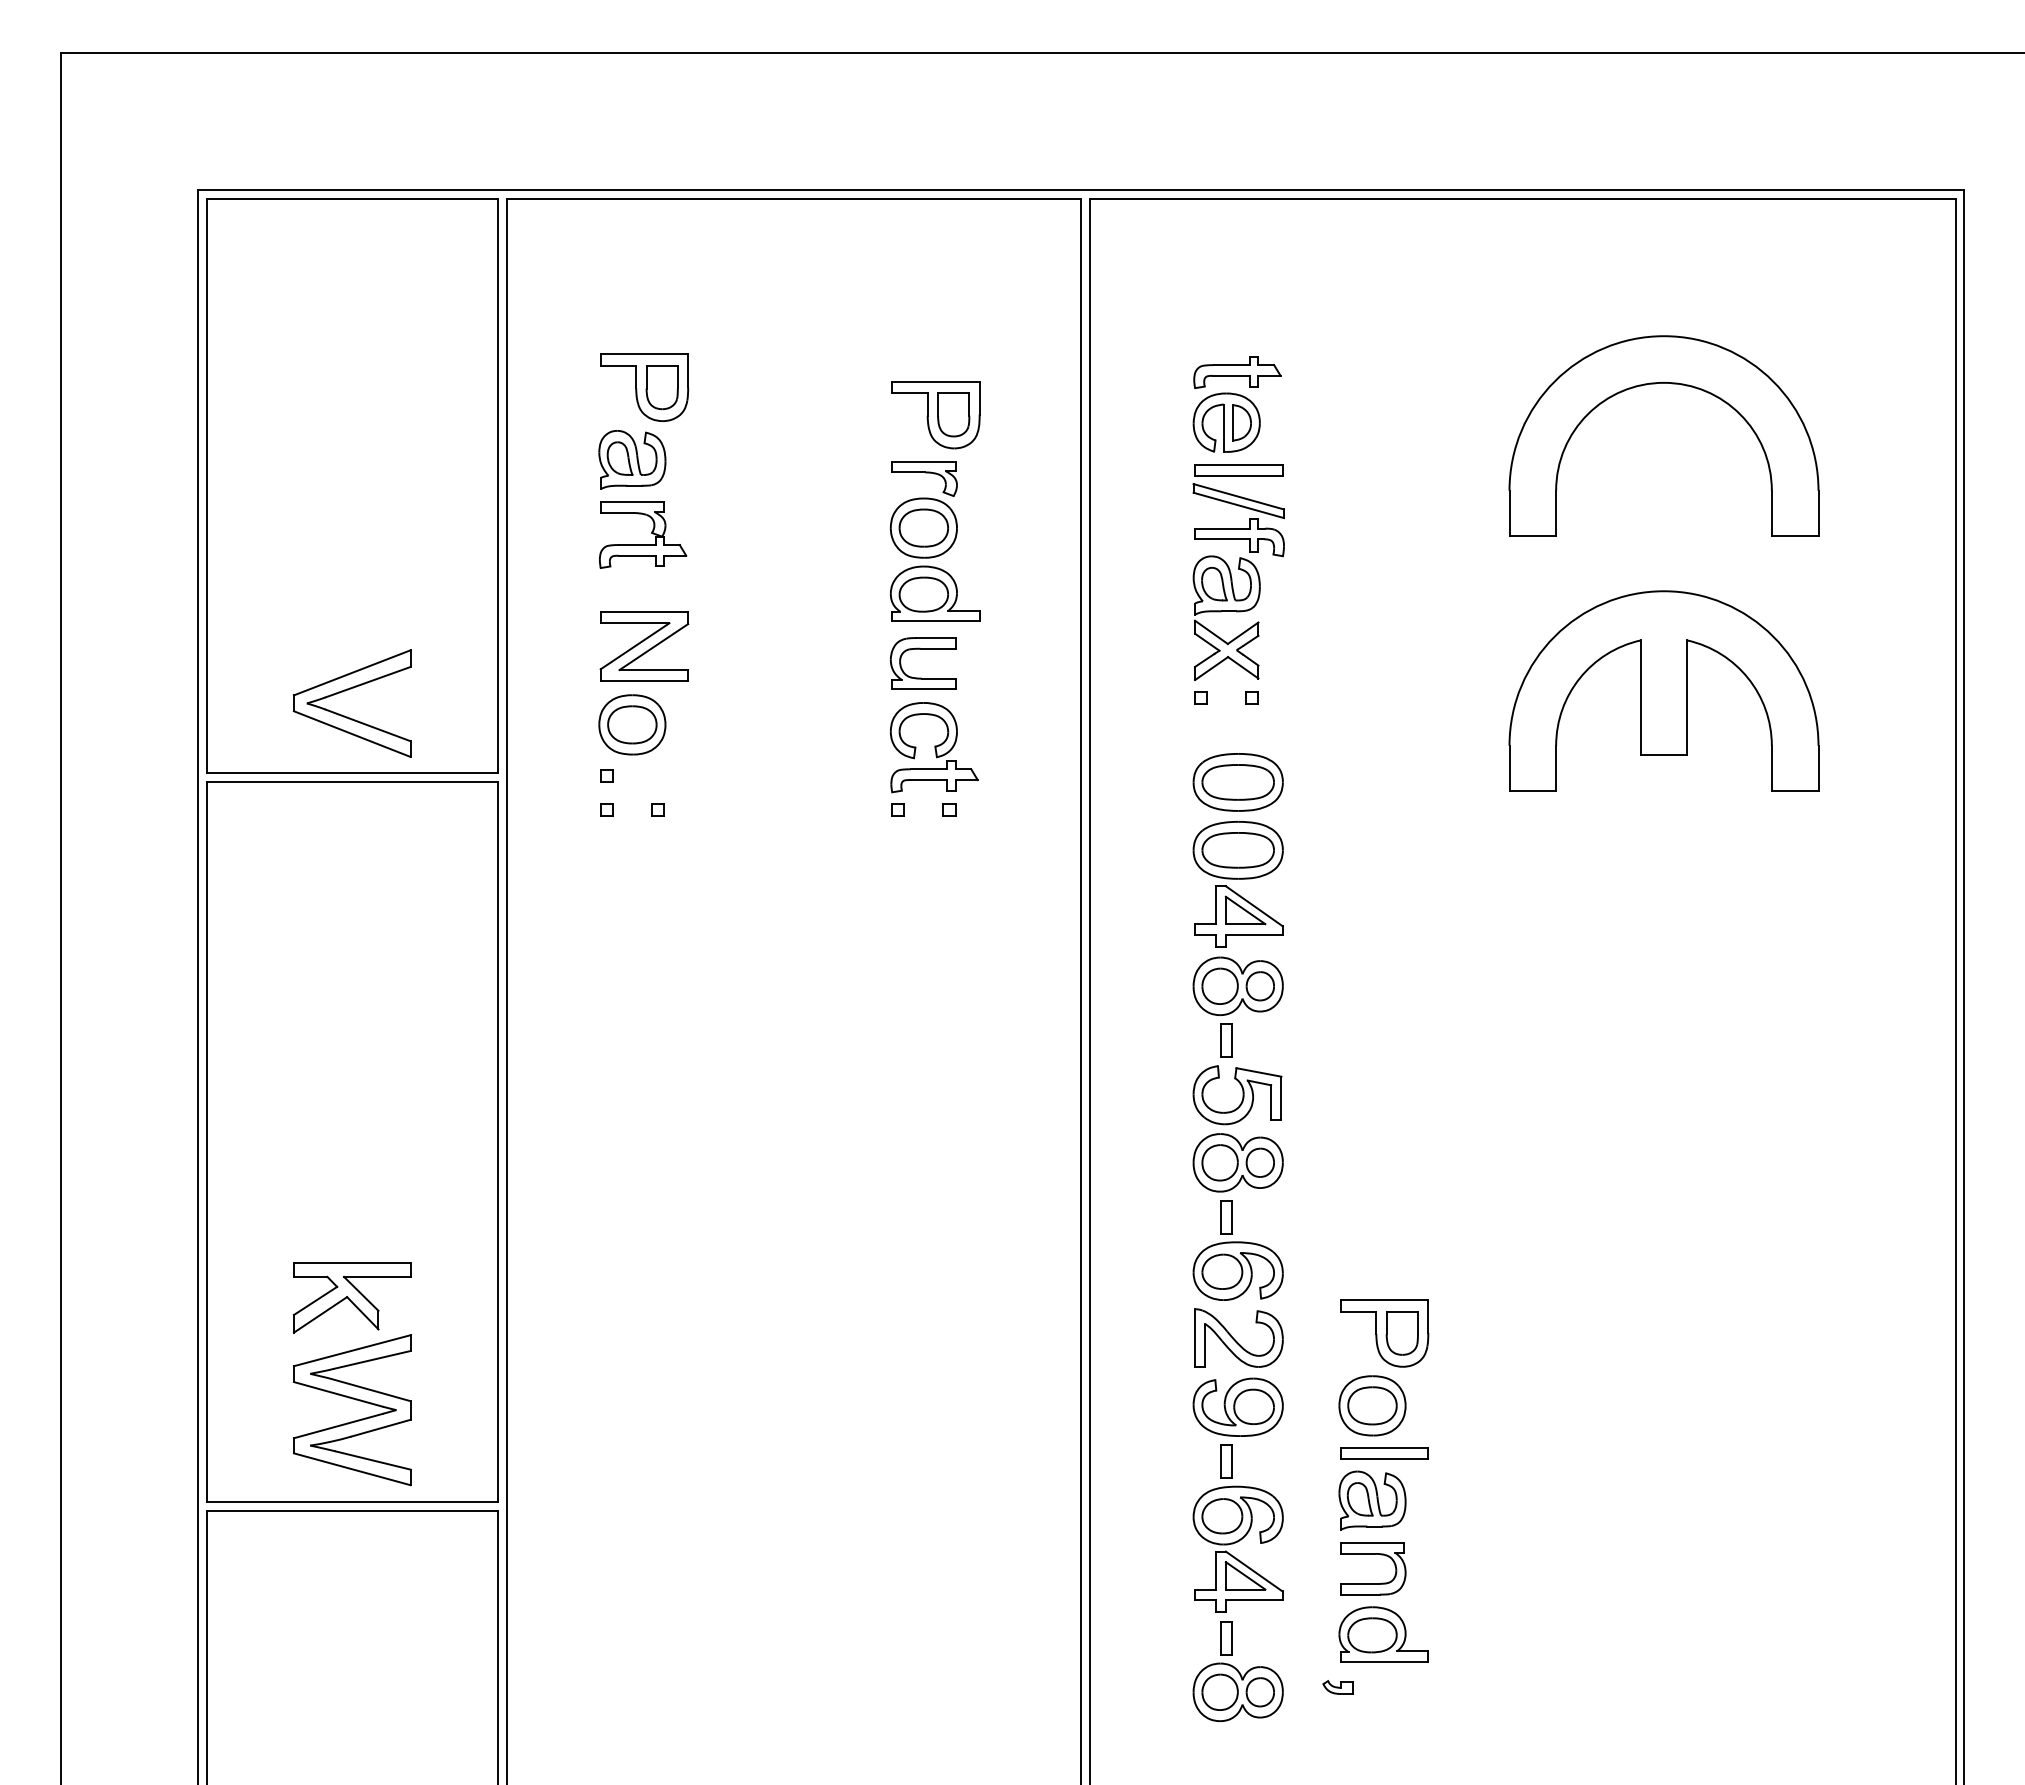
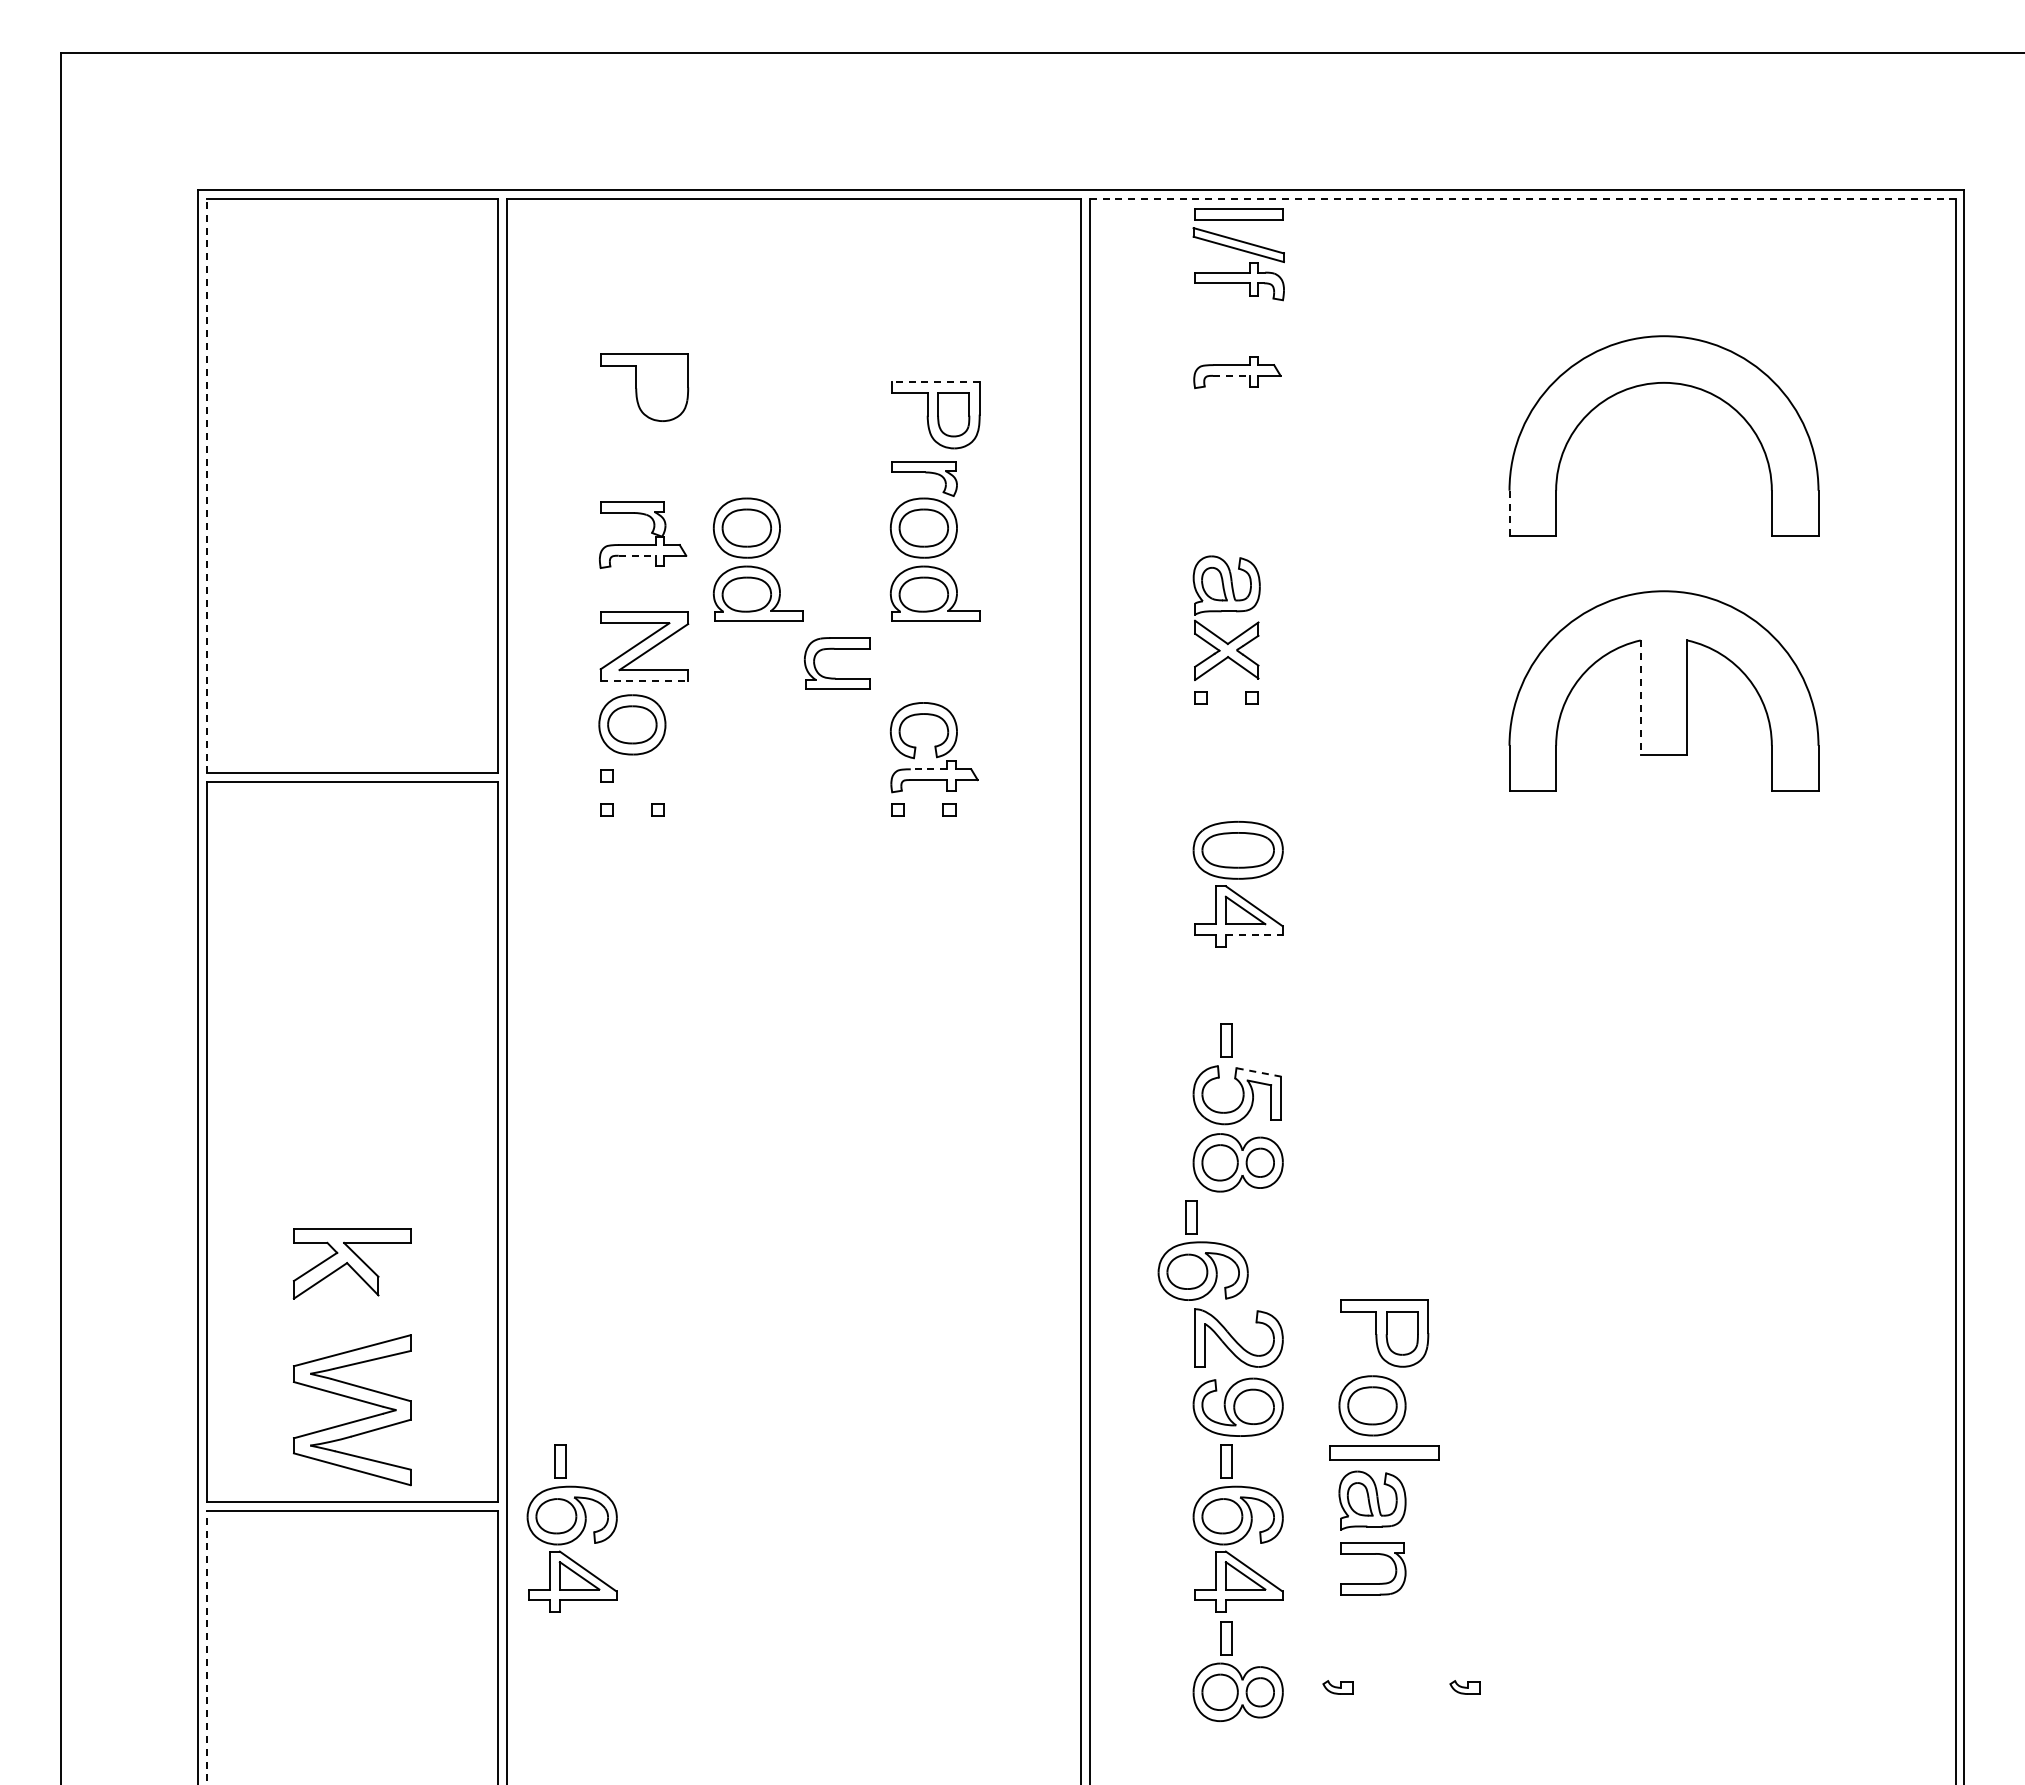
line at (1522, 199): solid -> dashed
line at (1231, 375): solid -> dashed
line at (935, 381): solid -> dashed
part at (661, 387): present -> none
part at (1226, 422): present -> none
part at (632, 459): present -> none
line at (206, 485): solid -> dashed
part at (1238, 510) position: (1238, 510) -> (1238, 254)
line at (1509, 513): solid -> dashed
line at (637, 555): solid -> dashed
part at (757, 559): none -> present
part at (923, 649) position: (923, 649) -> (837, 649)
line at (644, 681): solid -> dashed
part at (348, 690): present -> none
line at (1640, 697): solid -> dashed
line at (928, 769): solid -> dashed
part at (1237, 782): present -> none
line at (1254, 934): solid -> dashed
part at (1237, 985): present -> none
line at (1258, 1072): solid -> dashed
part at (1237, 1250) position: (1237, 1250) -> (1202, 1250)
part at (351, 1297) position: (351, 1297) -> (351, 1263)
part at (1384, 1453) size: 89x13 px -> 111x16 px
part at (571, 1528): none -> present
part at (1383, 1634): present -> none
line at (206, 1647): solid -> dashed
part at (1464, 1687): none -> present
